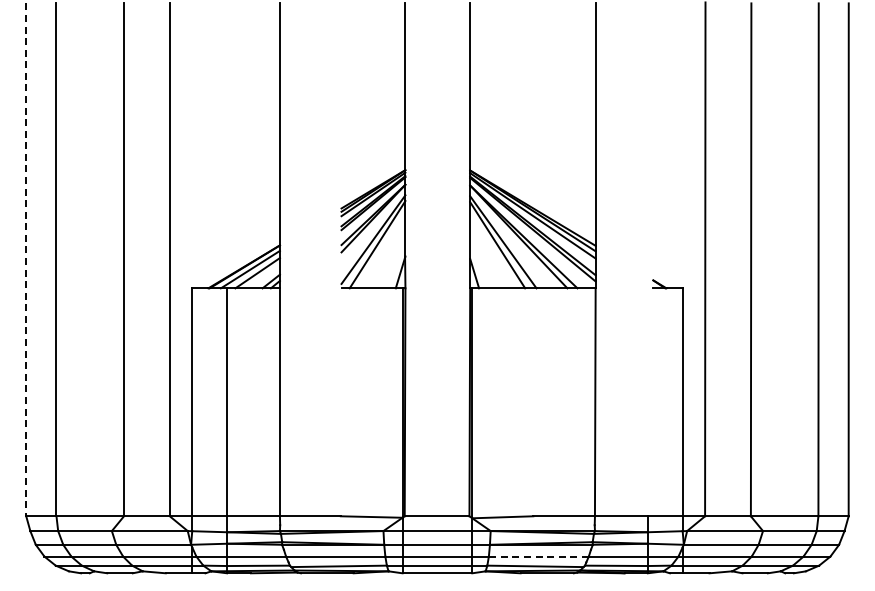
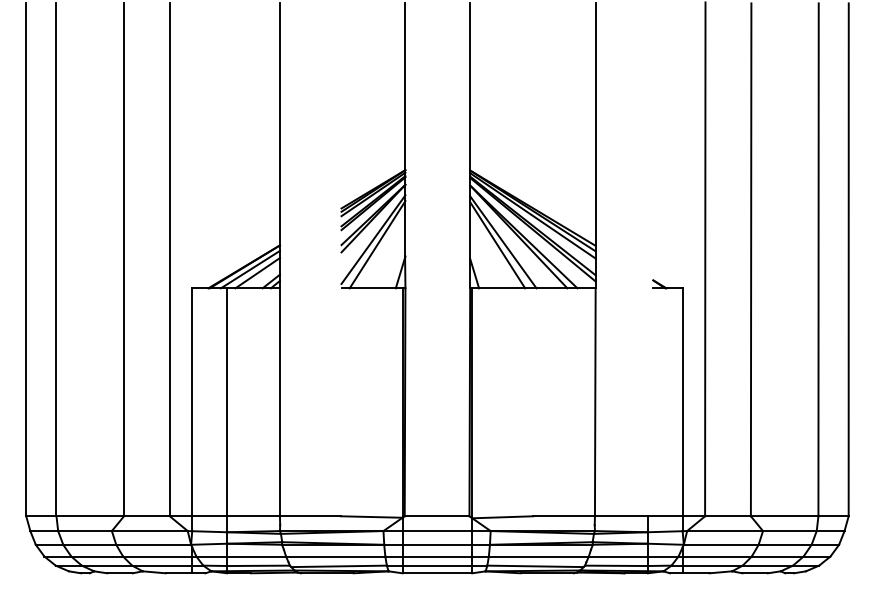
line at (26, 260): dashed -> solid
line at (538, 556): dashed -> solid
